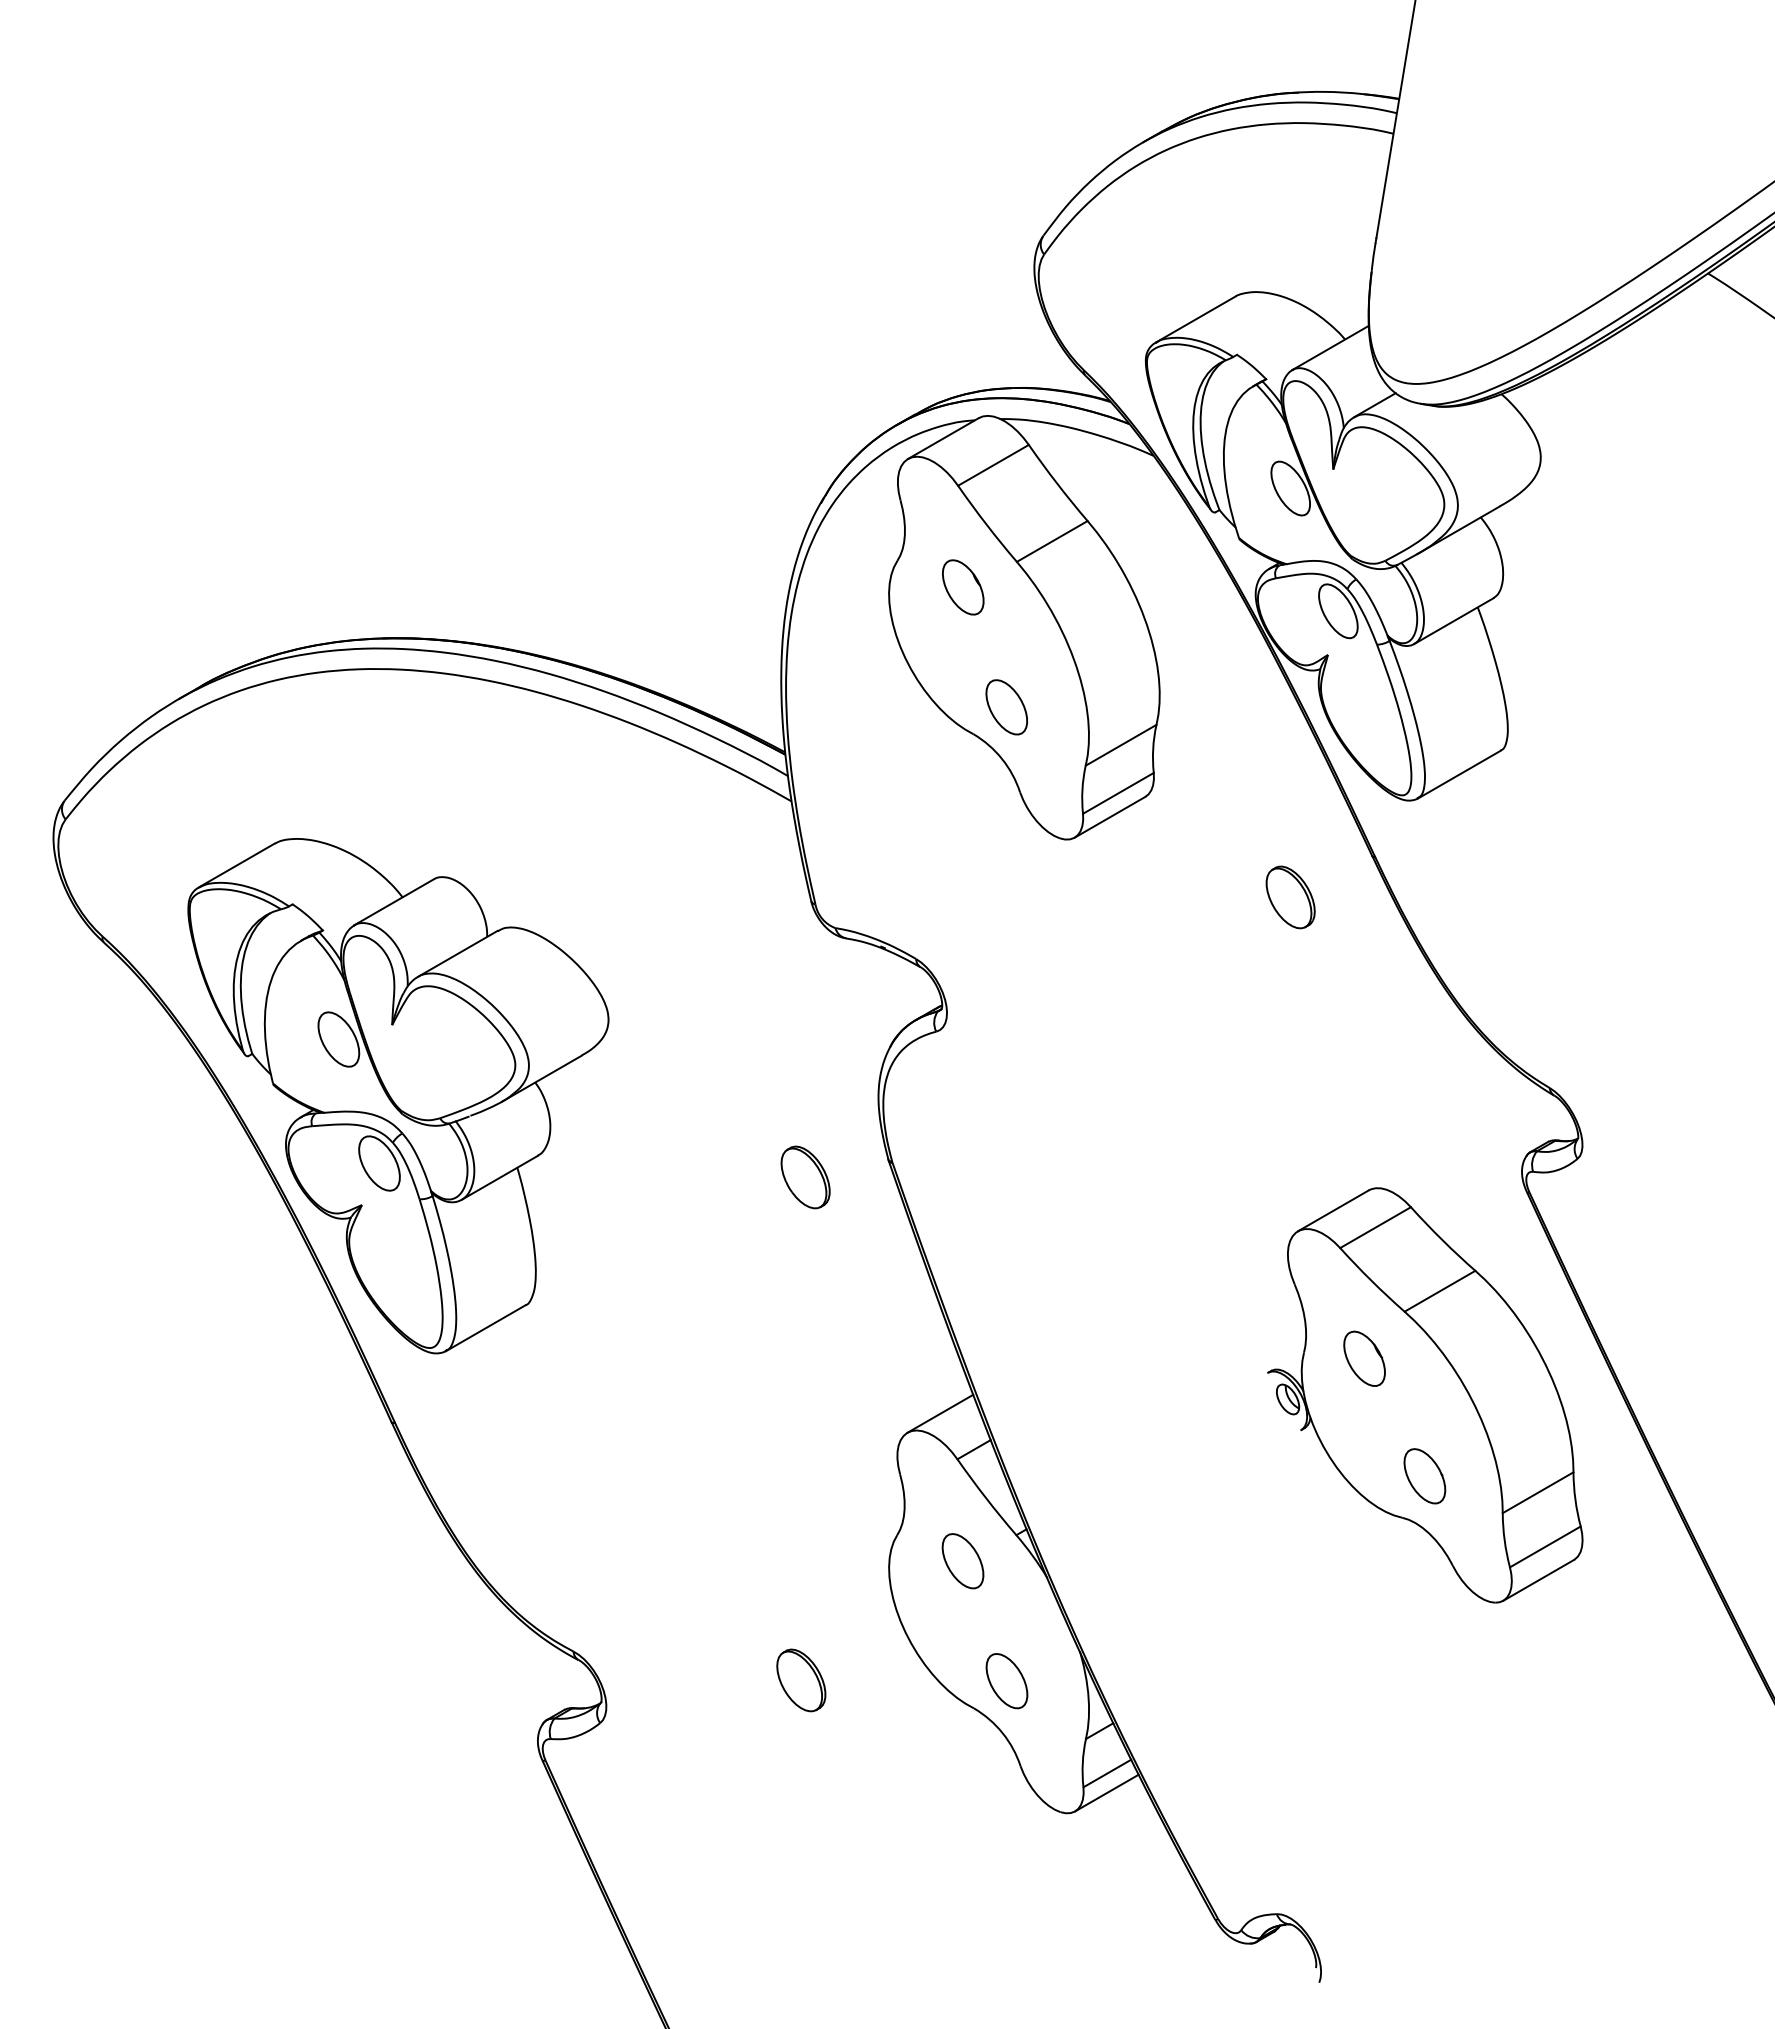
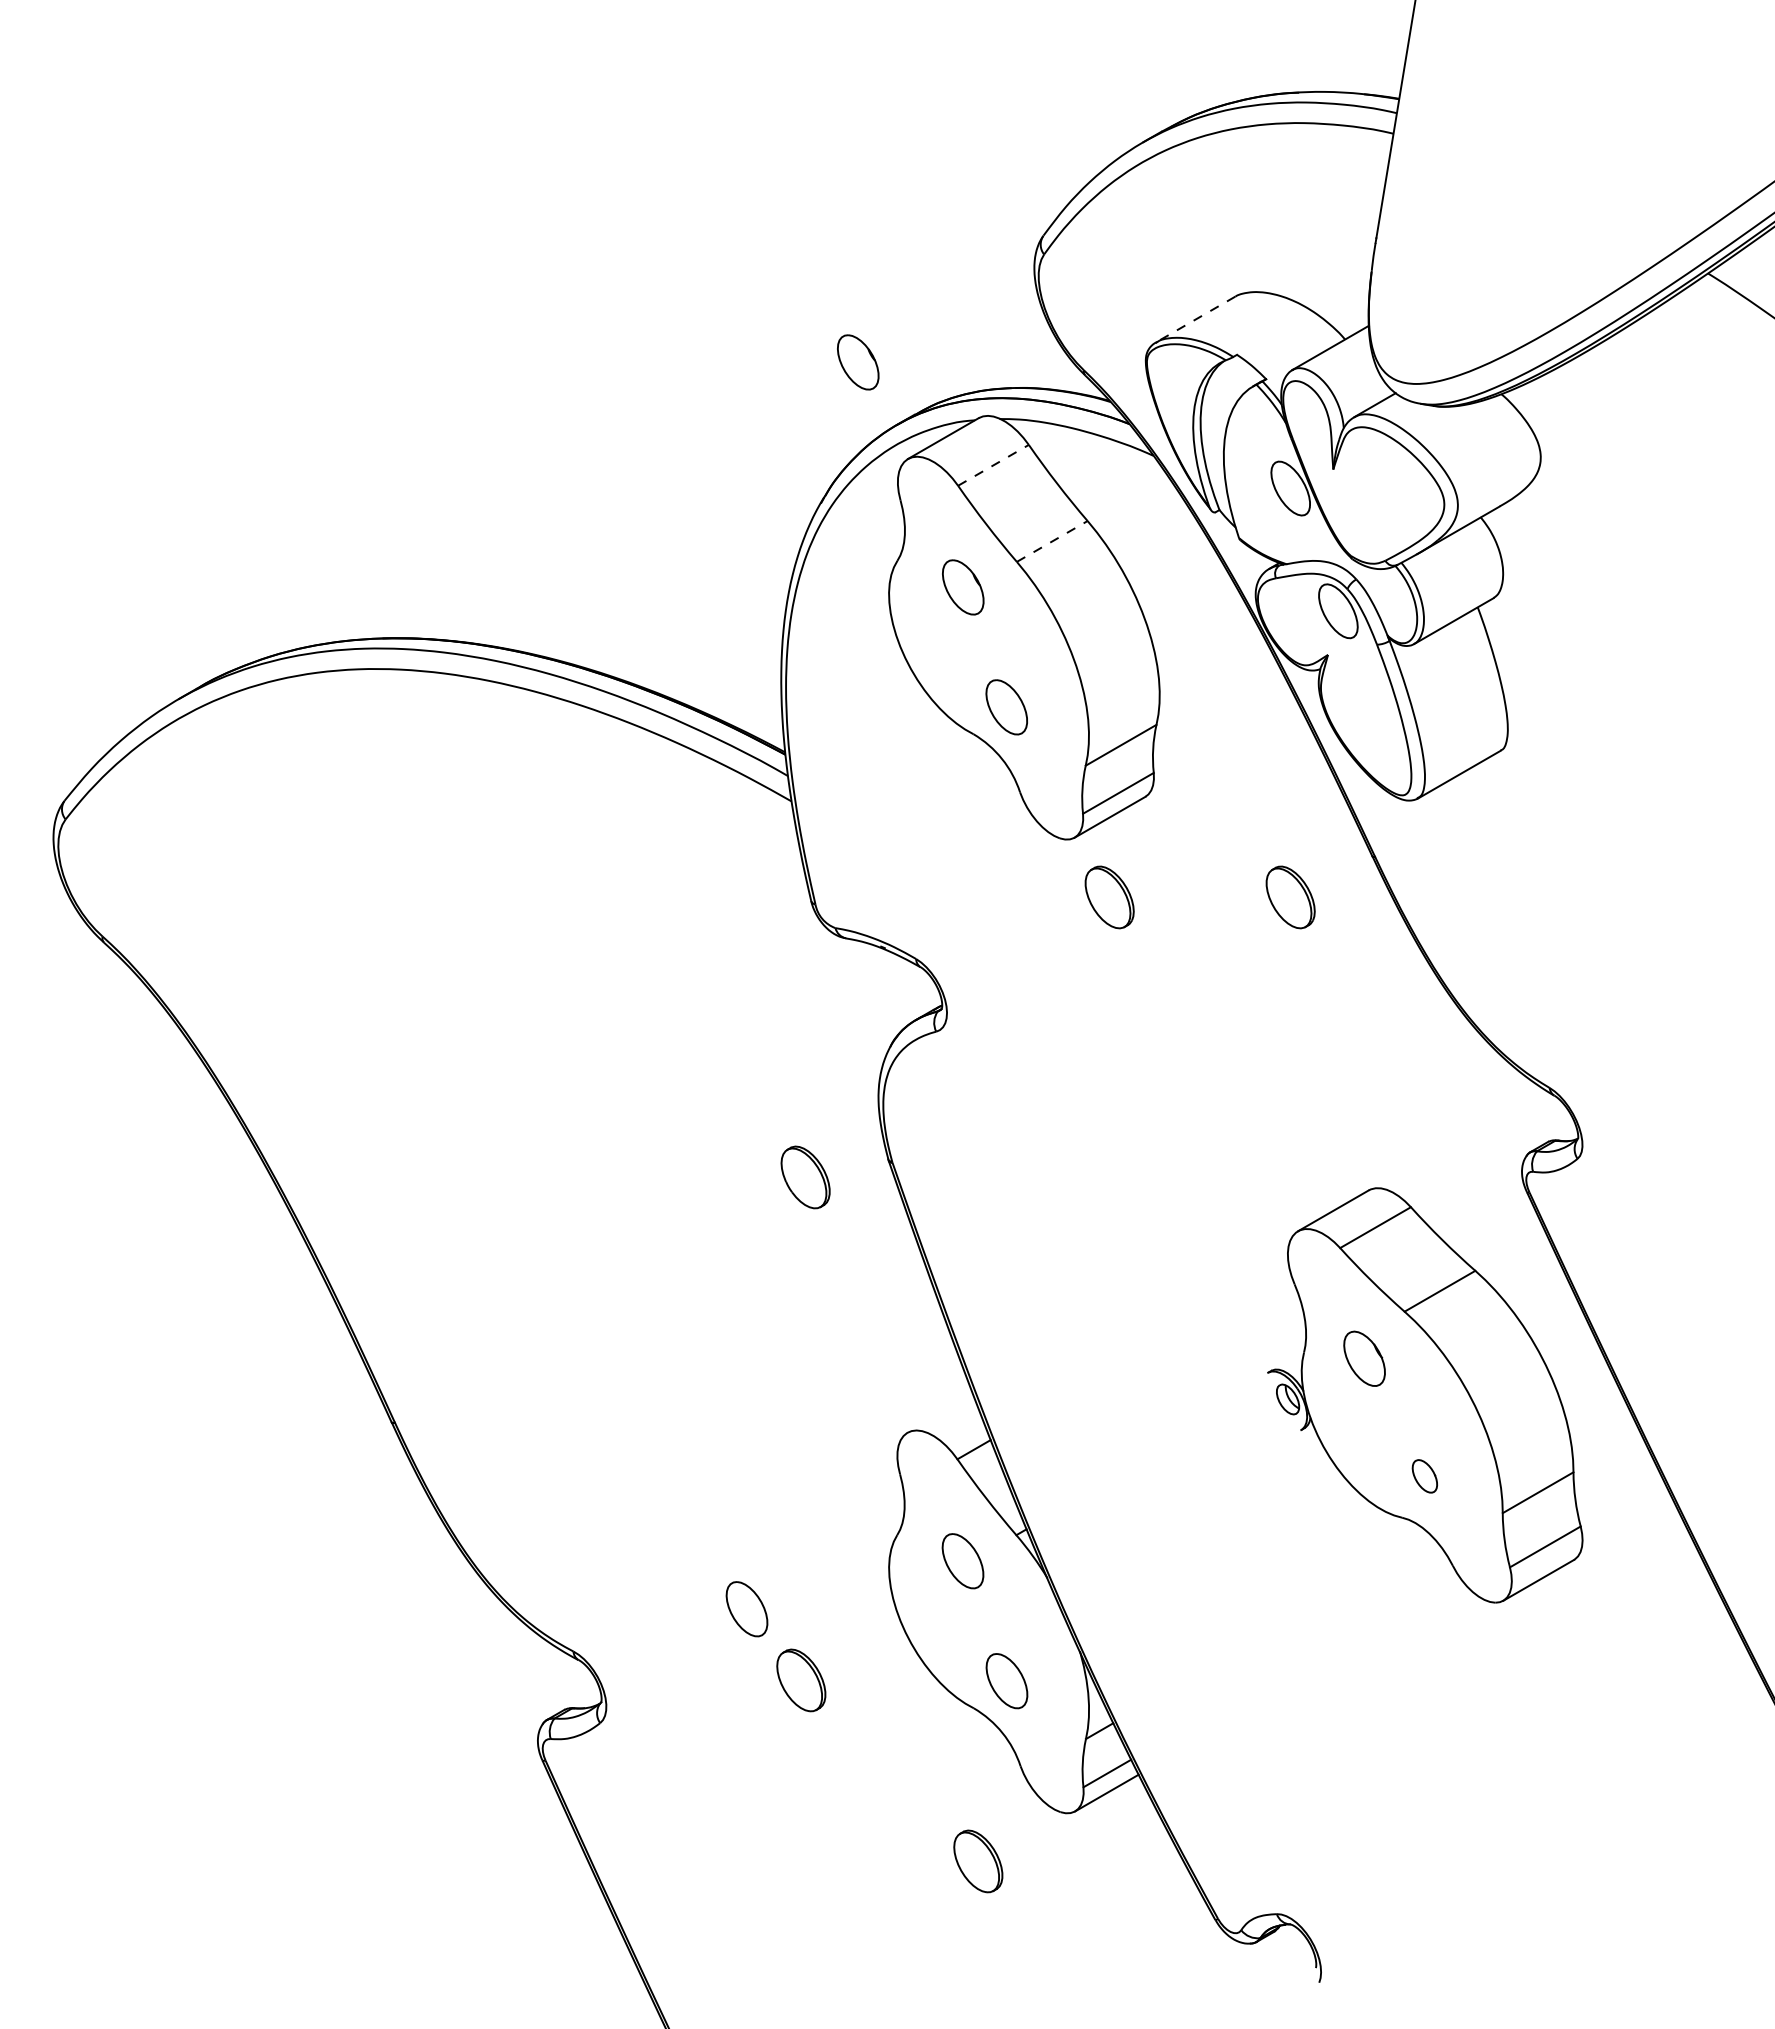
line at (1195, 319): solid -> dashed
part at (858, 362): none -> present
line at (993, 465): solid -> dashed
line at (1052, 541): solid -> dashed
part at (1109, 897): none -> present
part at (398, 1096): present -> none
line at (940, 1413): present -> none
part at (1424, 1476) size: 44x57 px -> 27x35 px
part at (746, 1609): none -> present
part at (978, 1861): none -> present
